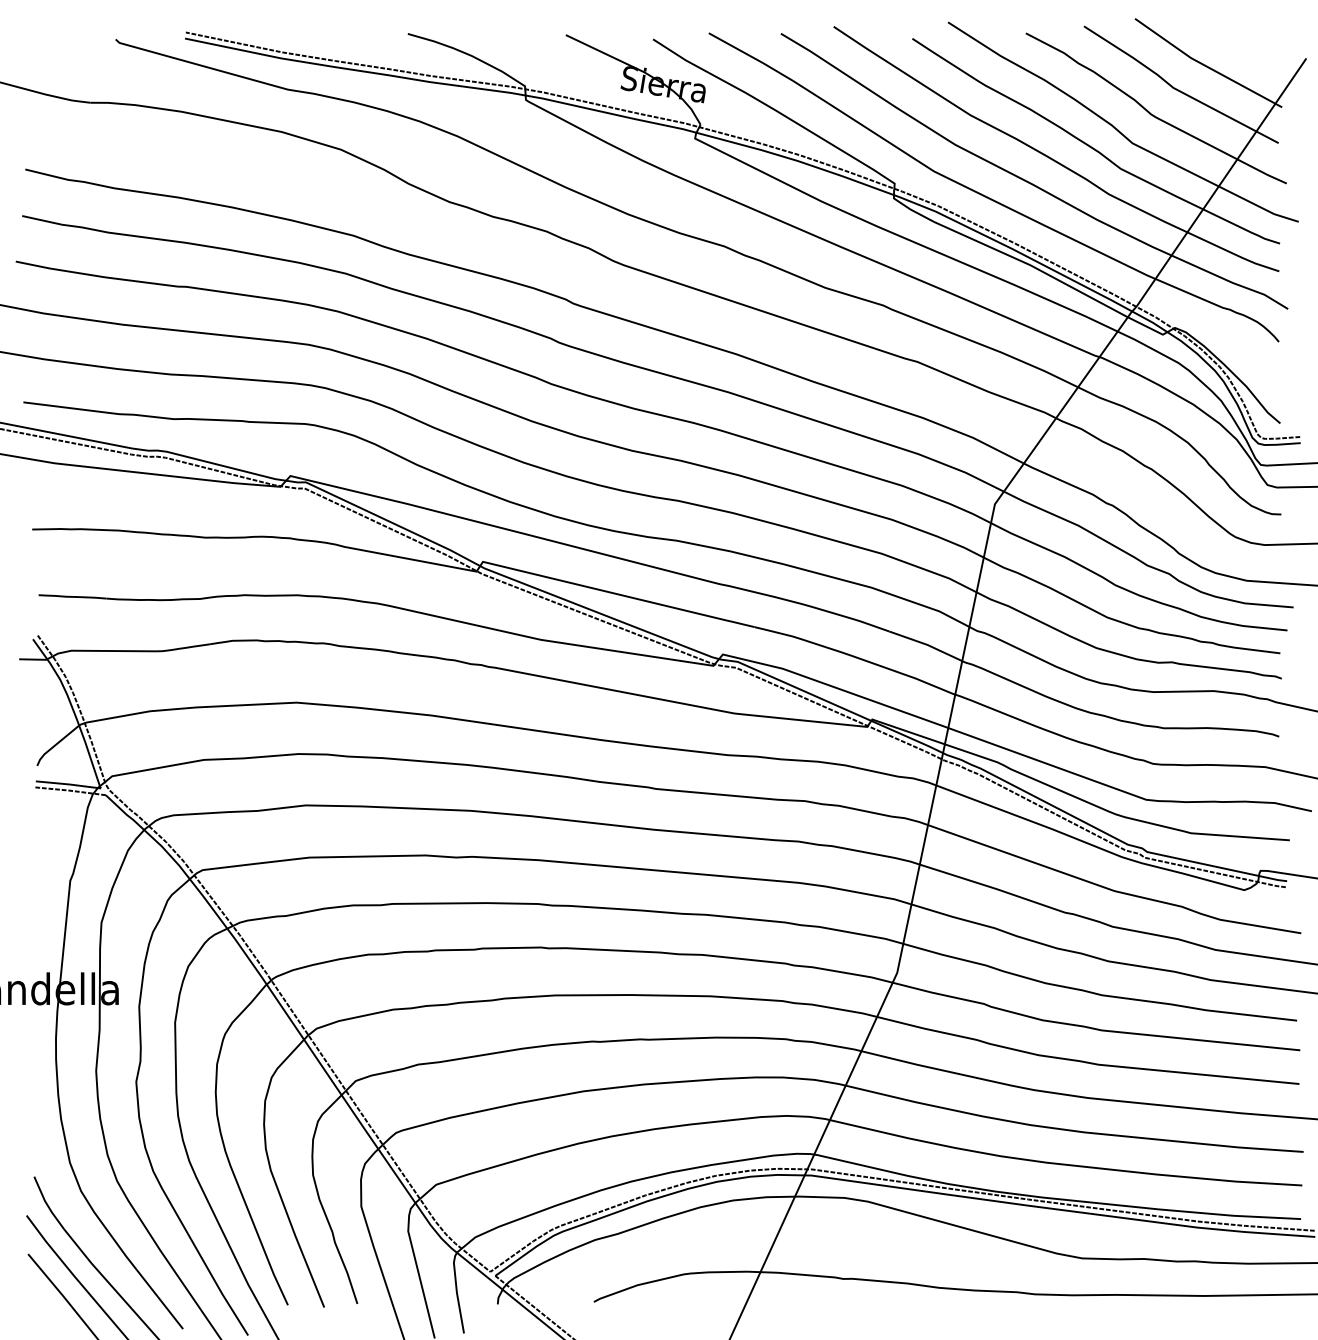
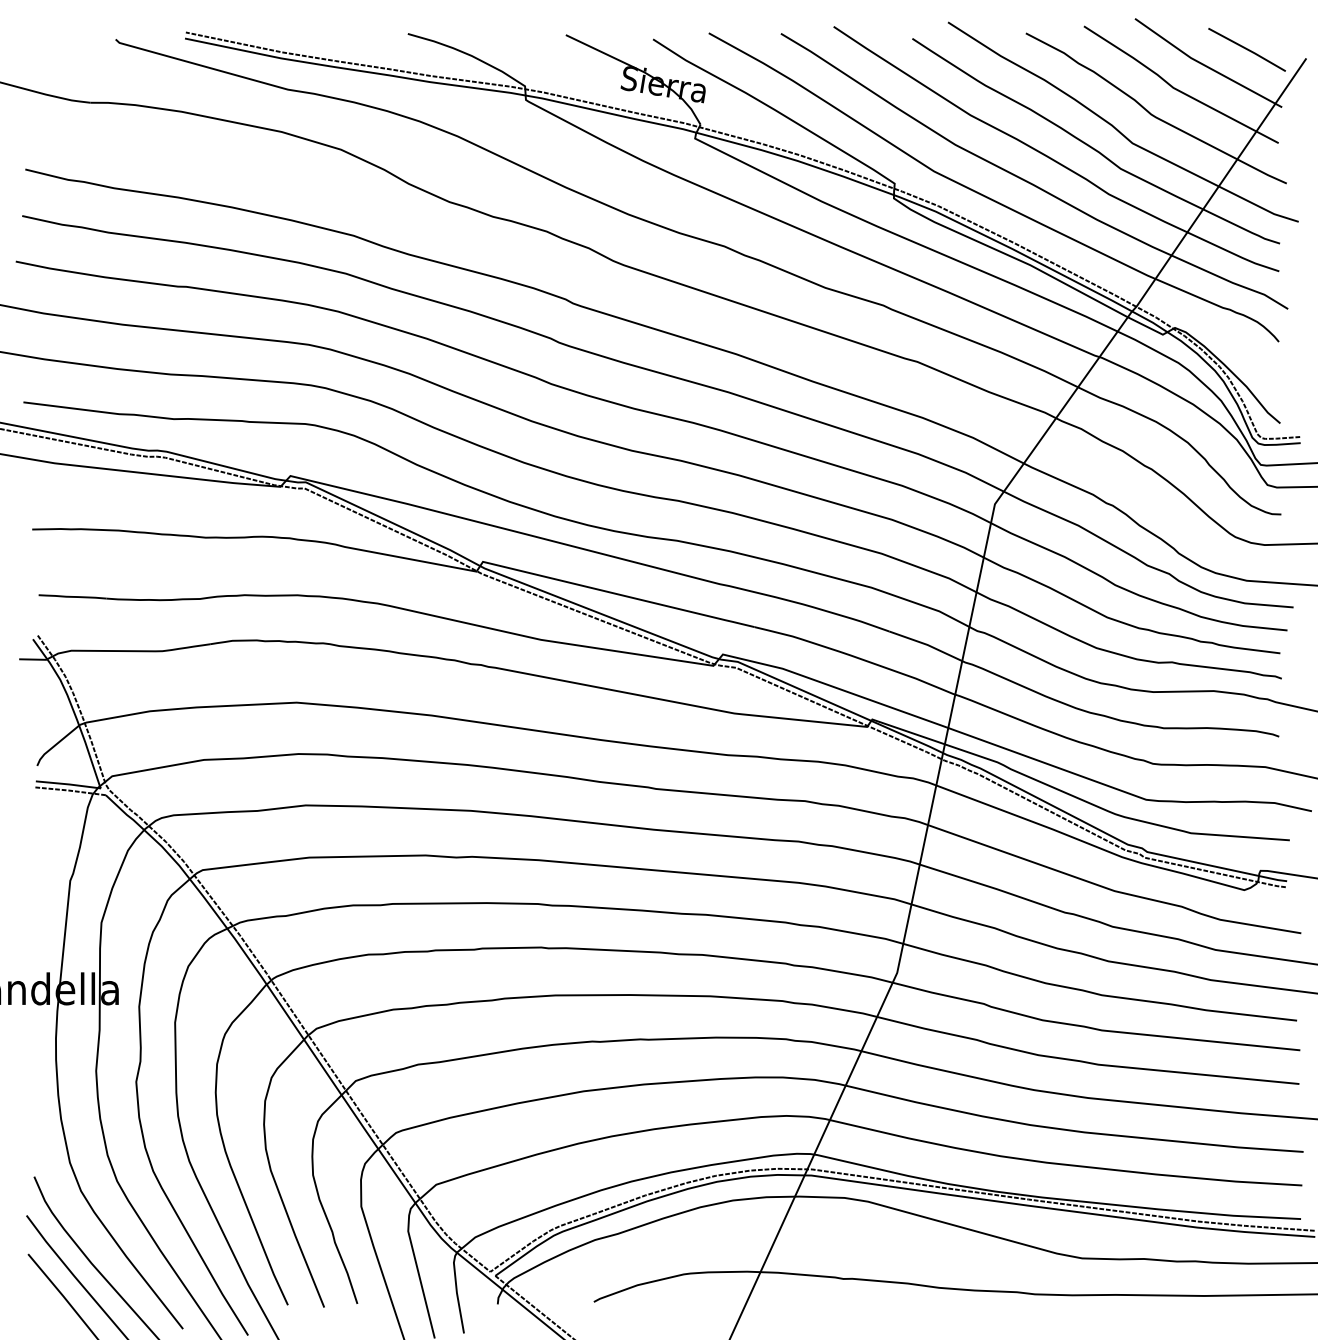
line at (1246, 49): none -> present
